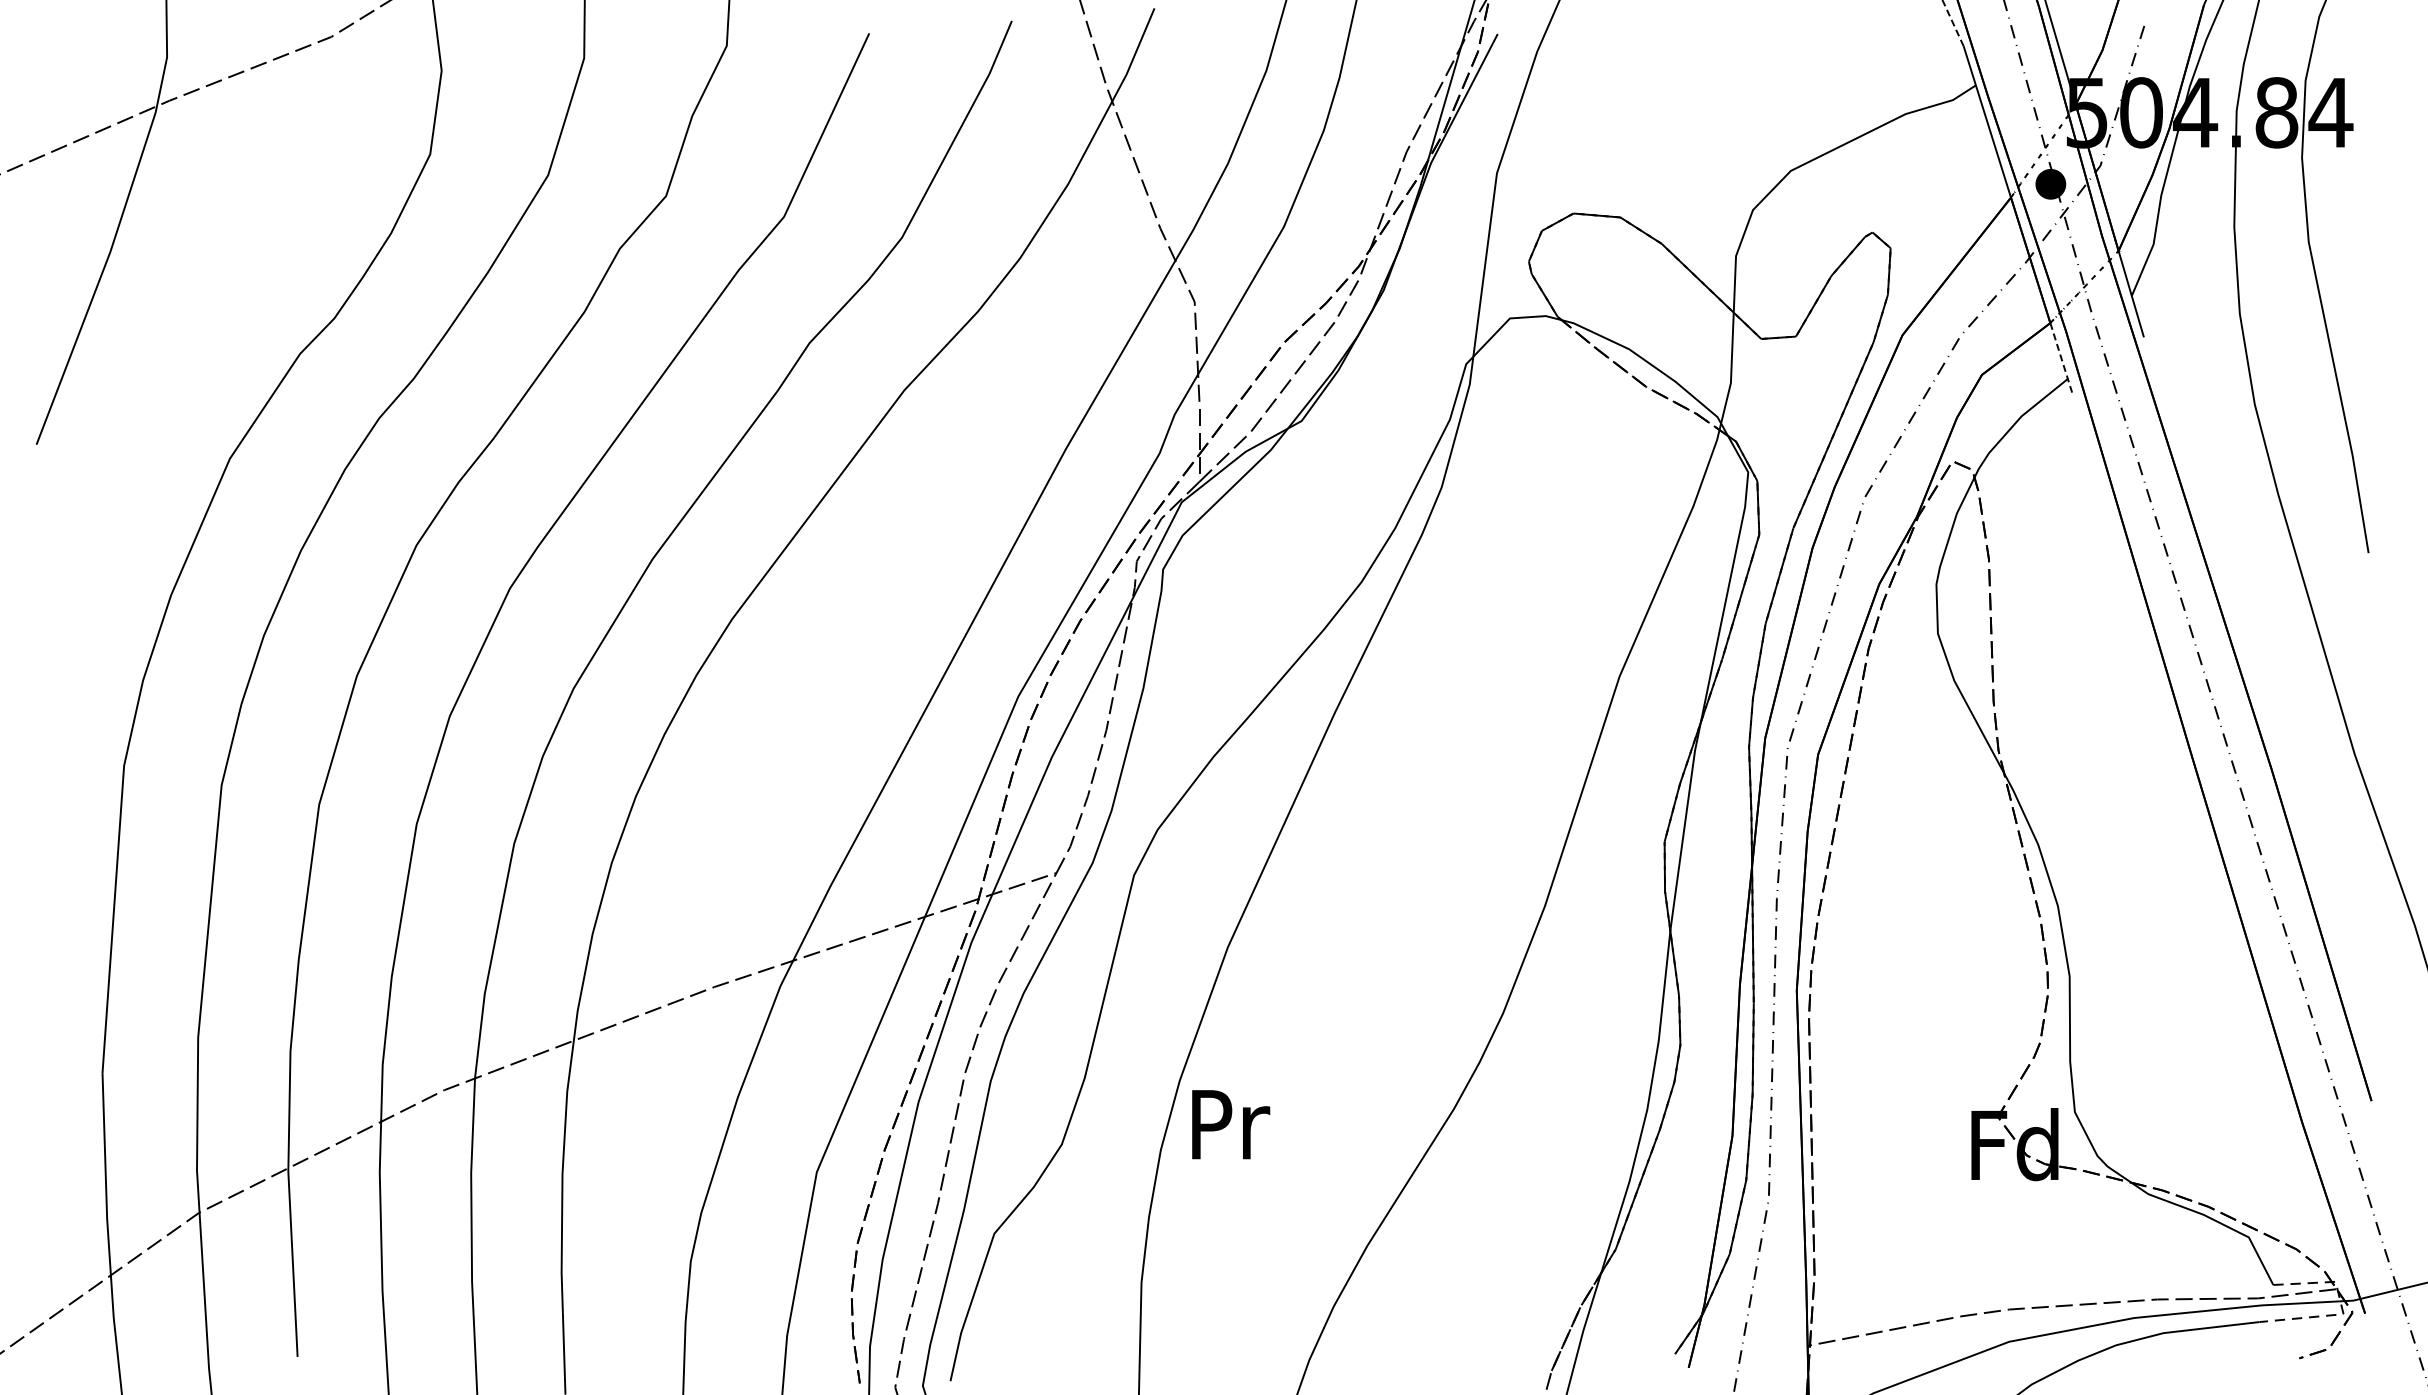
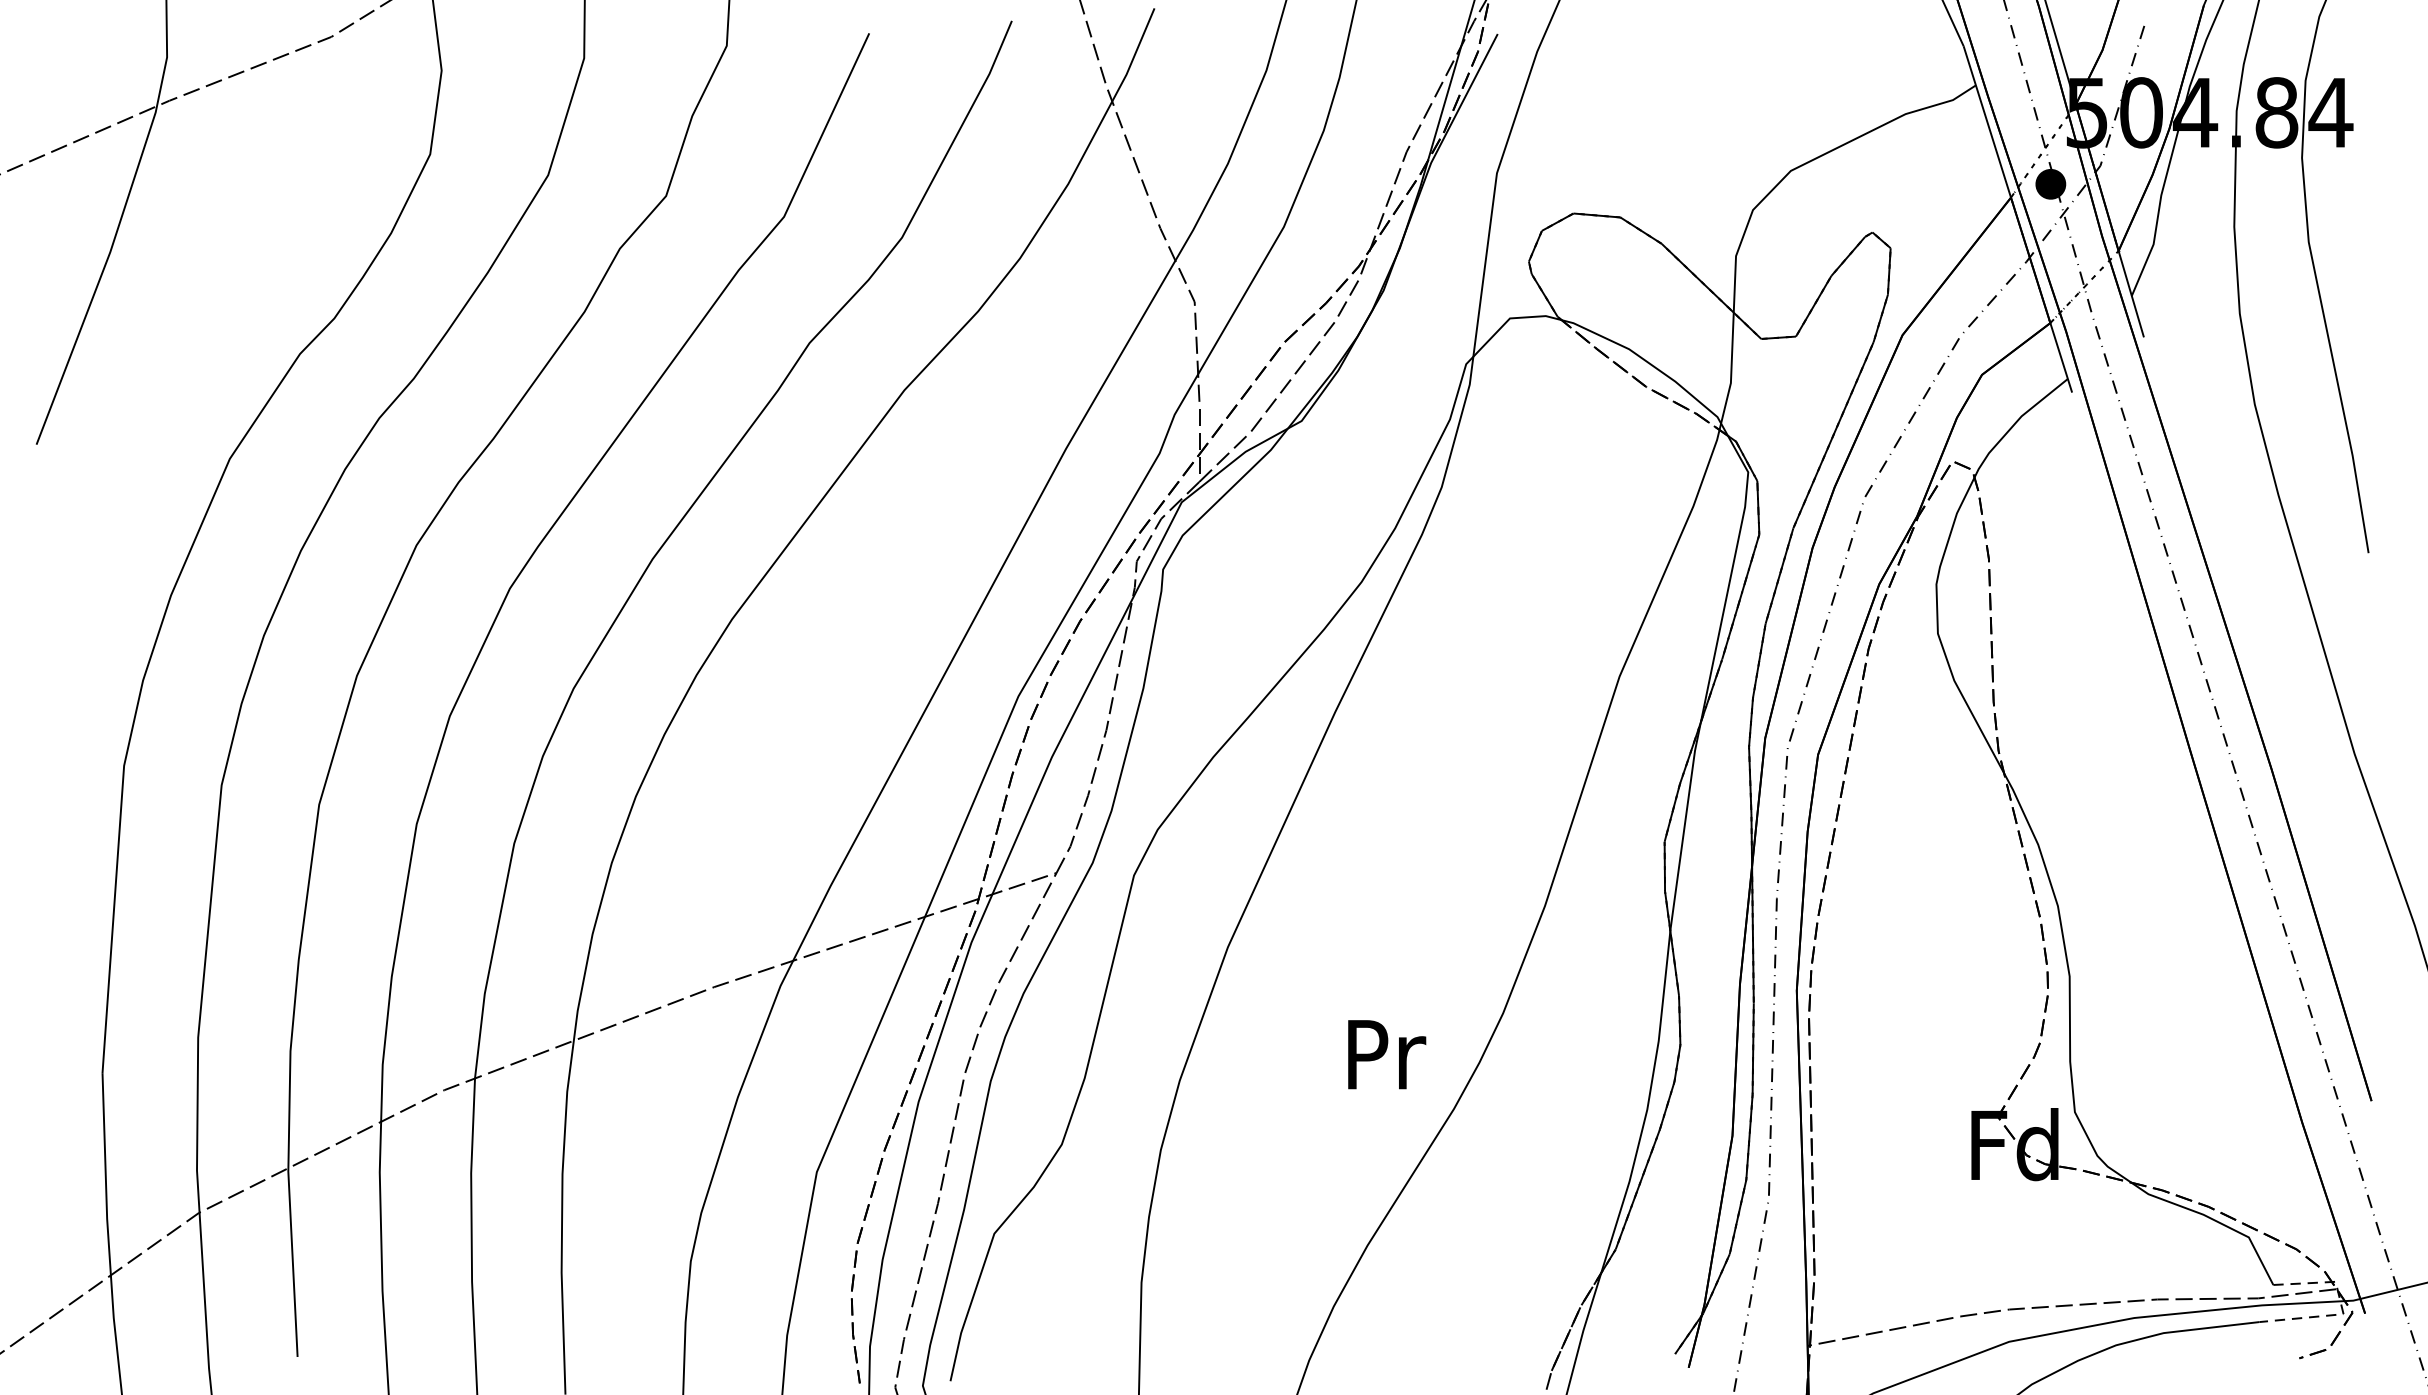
line at (1953, 23): dashed -> solid
line at (2061, 358): dashed -> solid
text at (1231, 1124) position: (1231, 1124) -> (1387, 1054)
